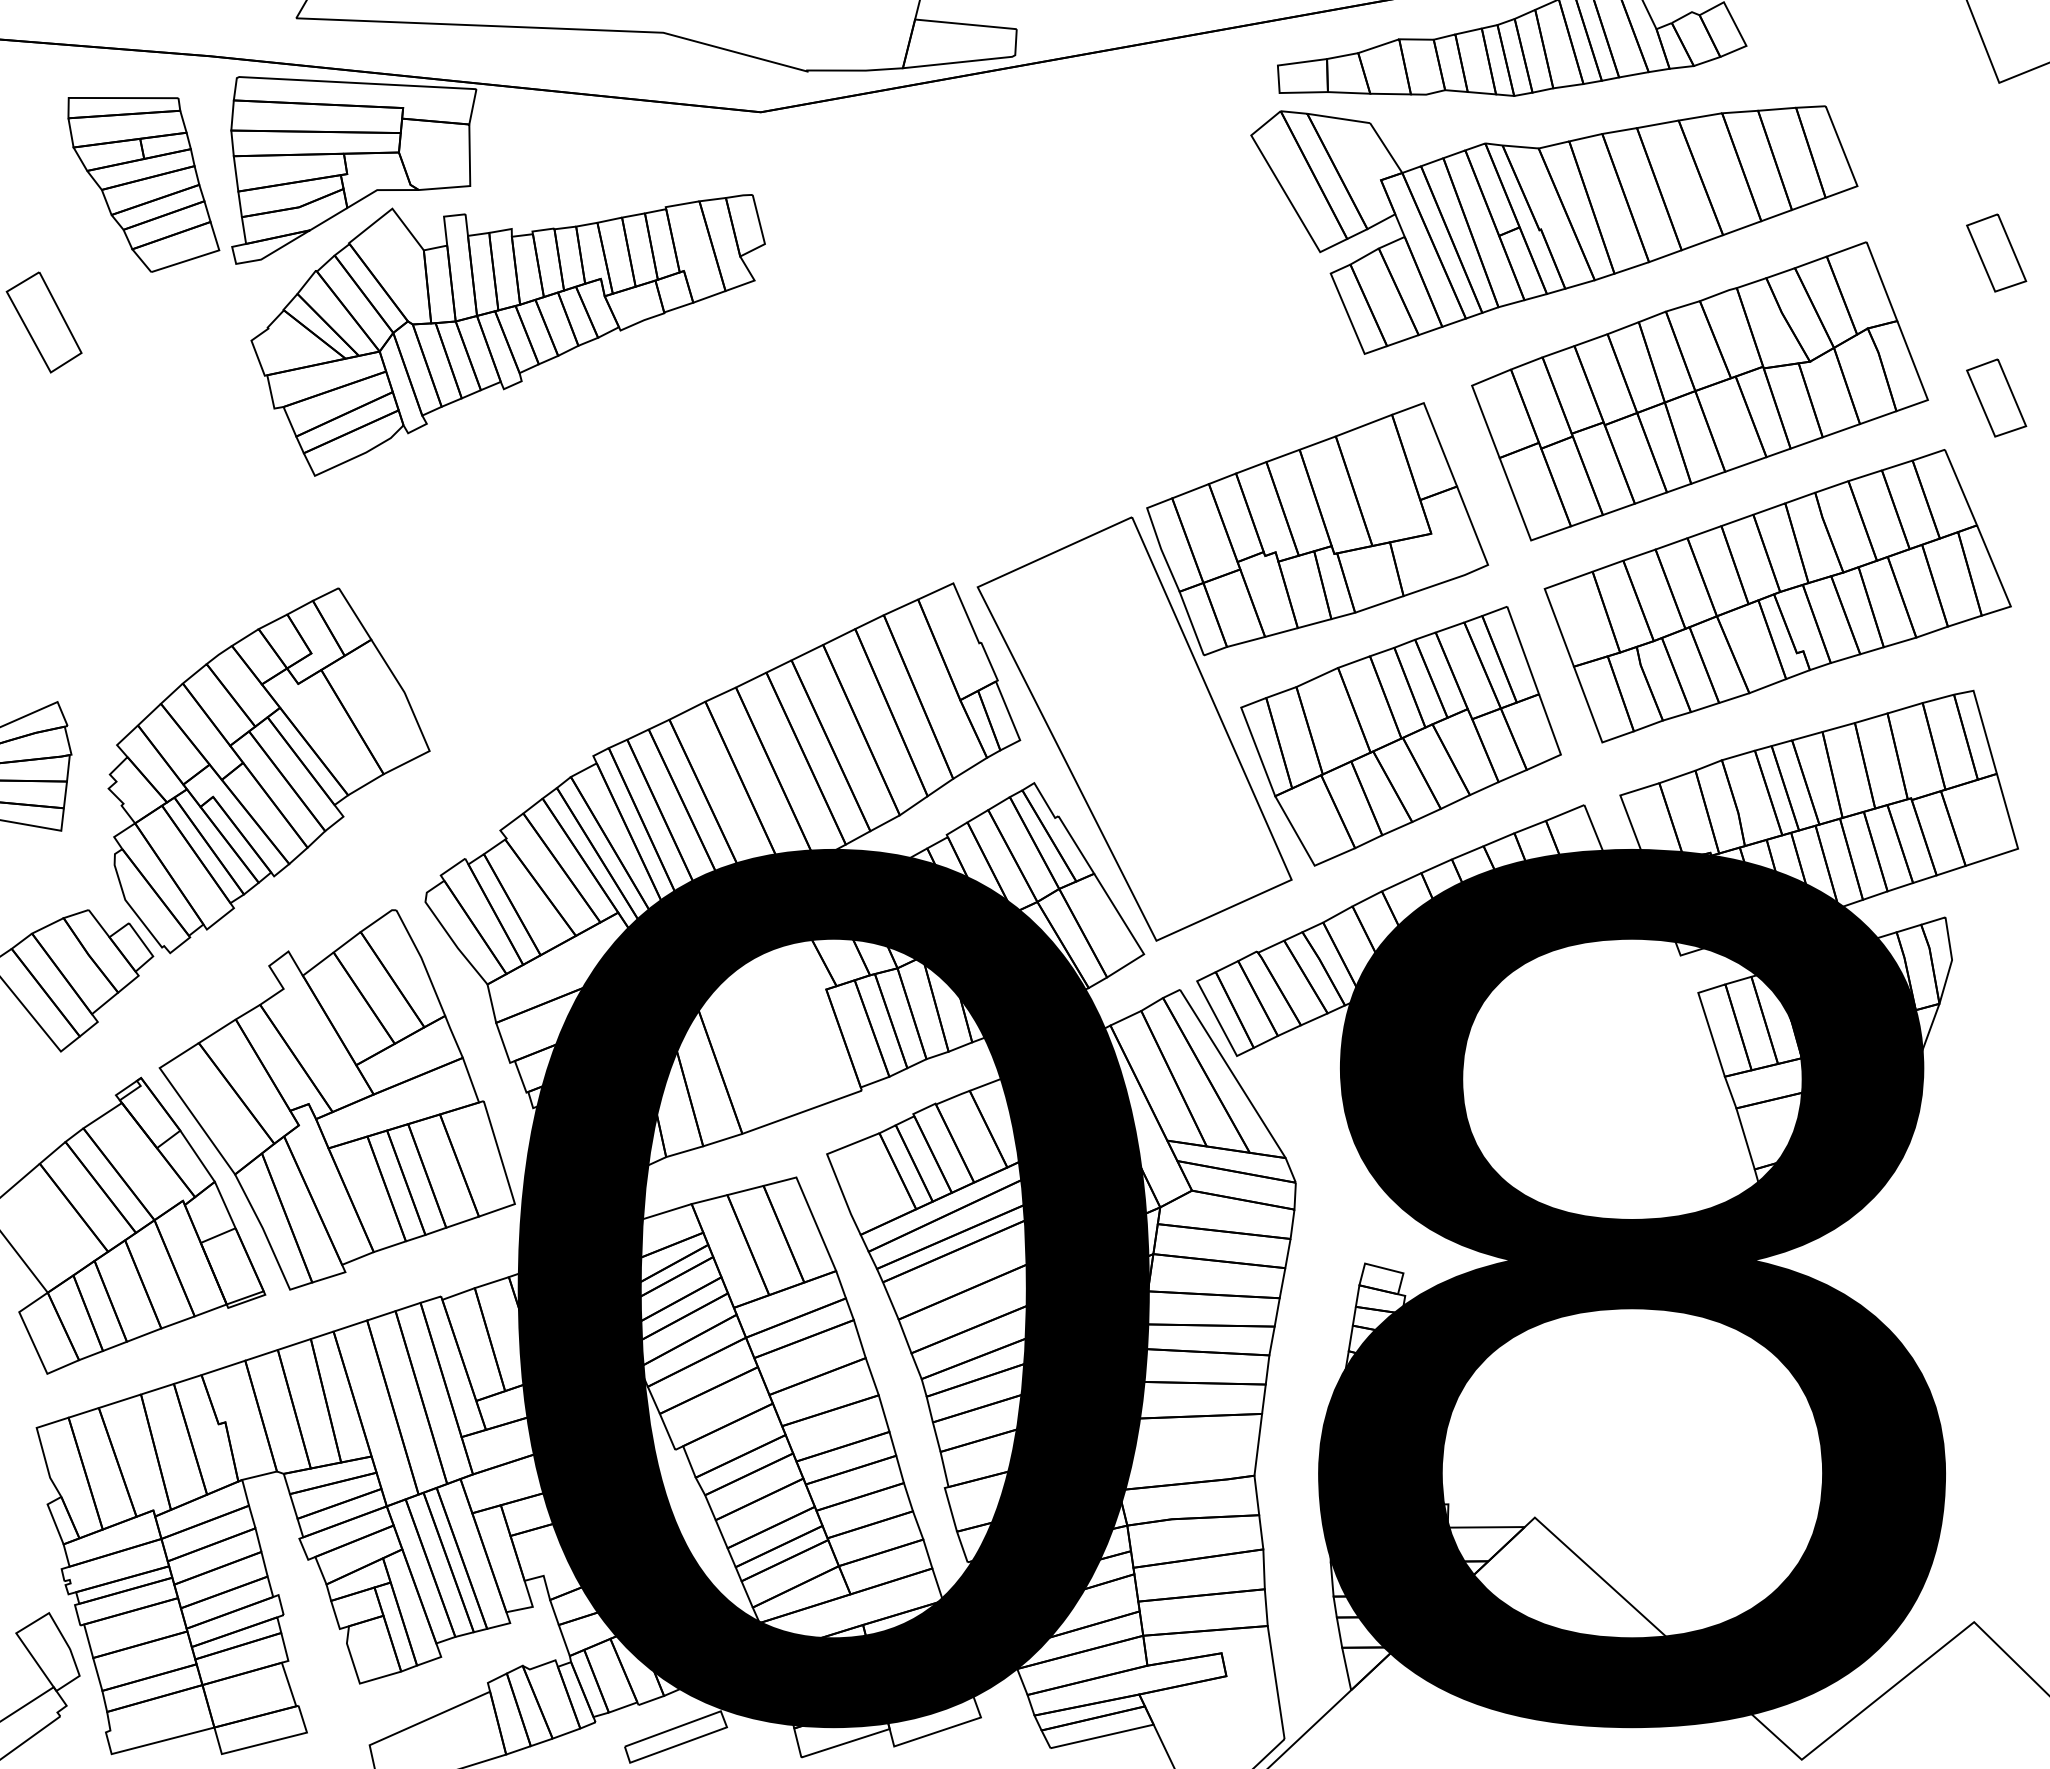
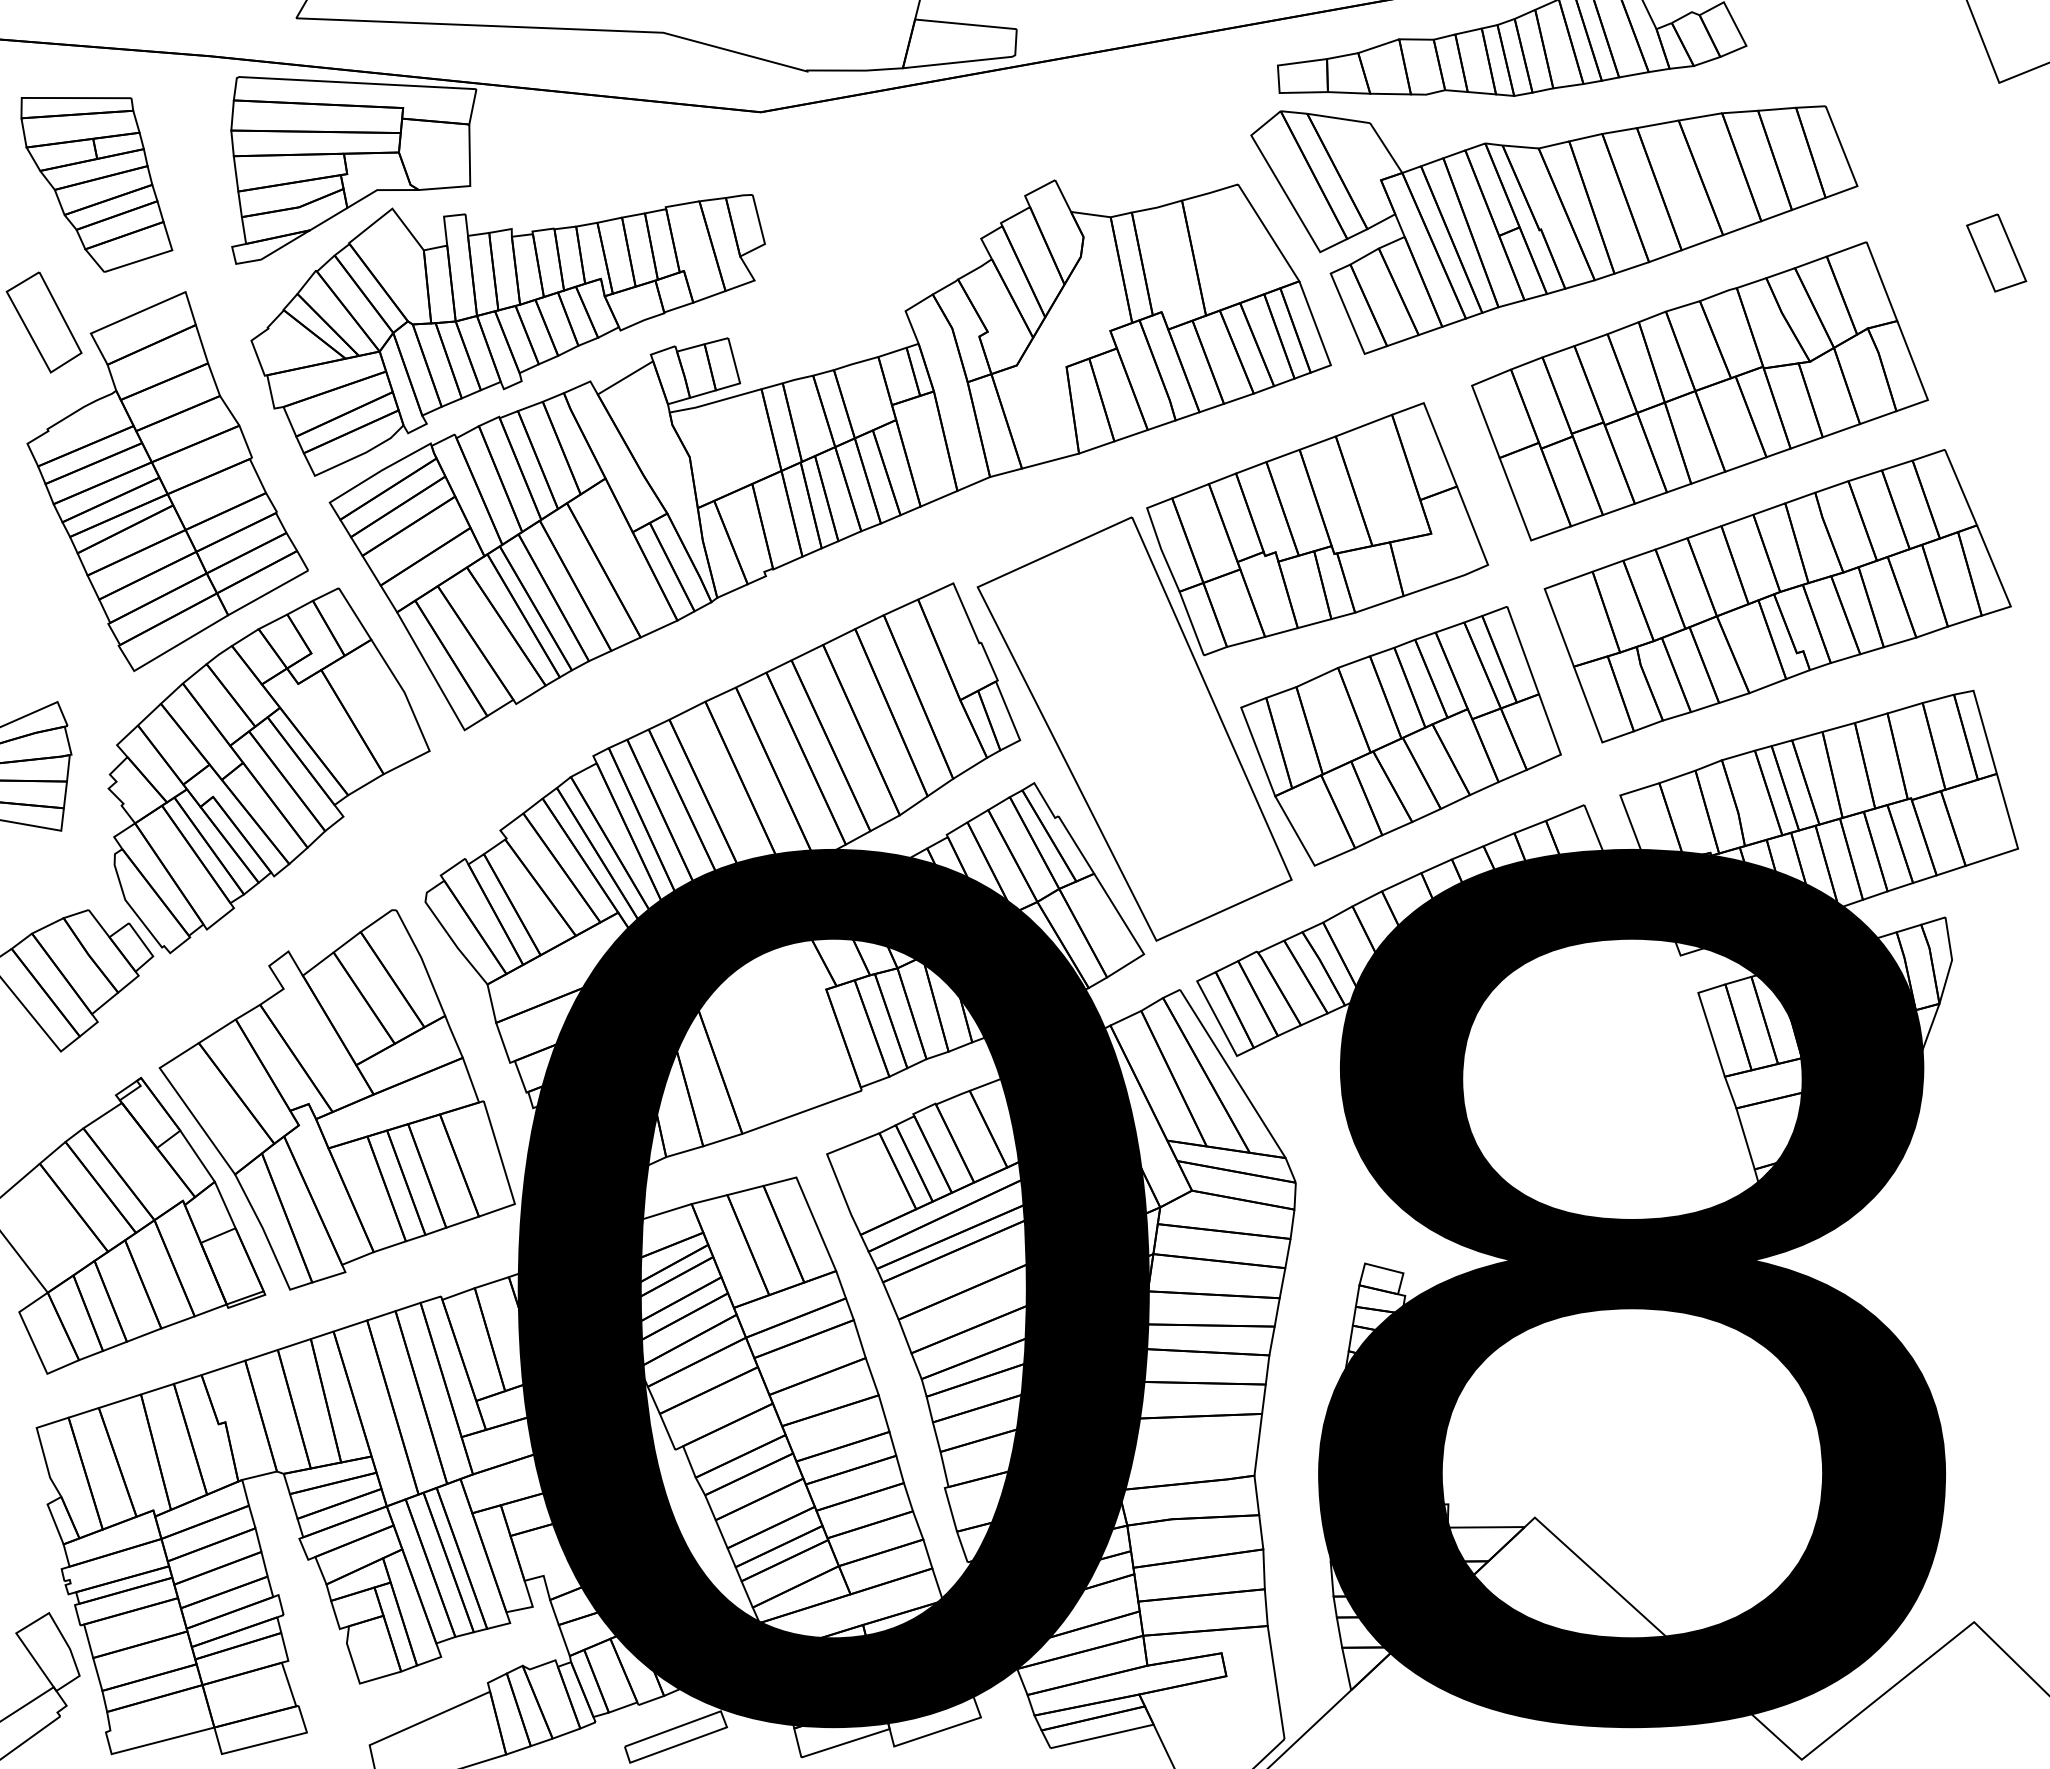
part at (143, 184) position: (143, 184) -> (96, 184)
part at (1996, 397): present -> none
part at (829, 455): none -> present
part at (167, 481): none -> present
